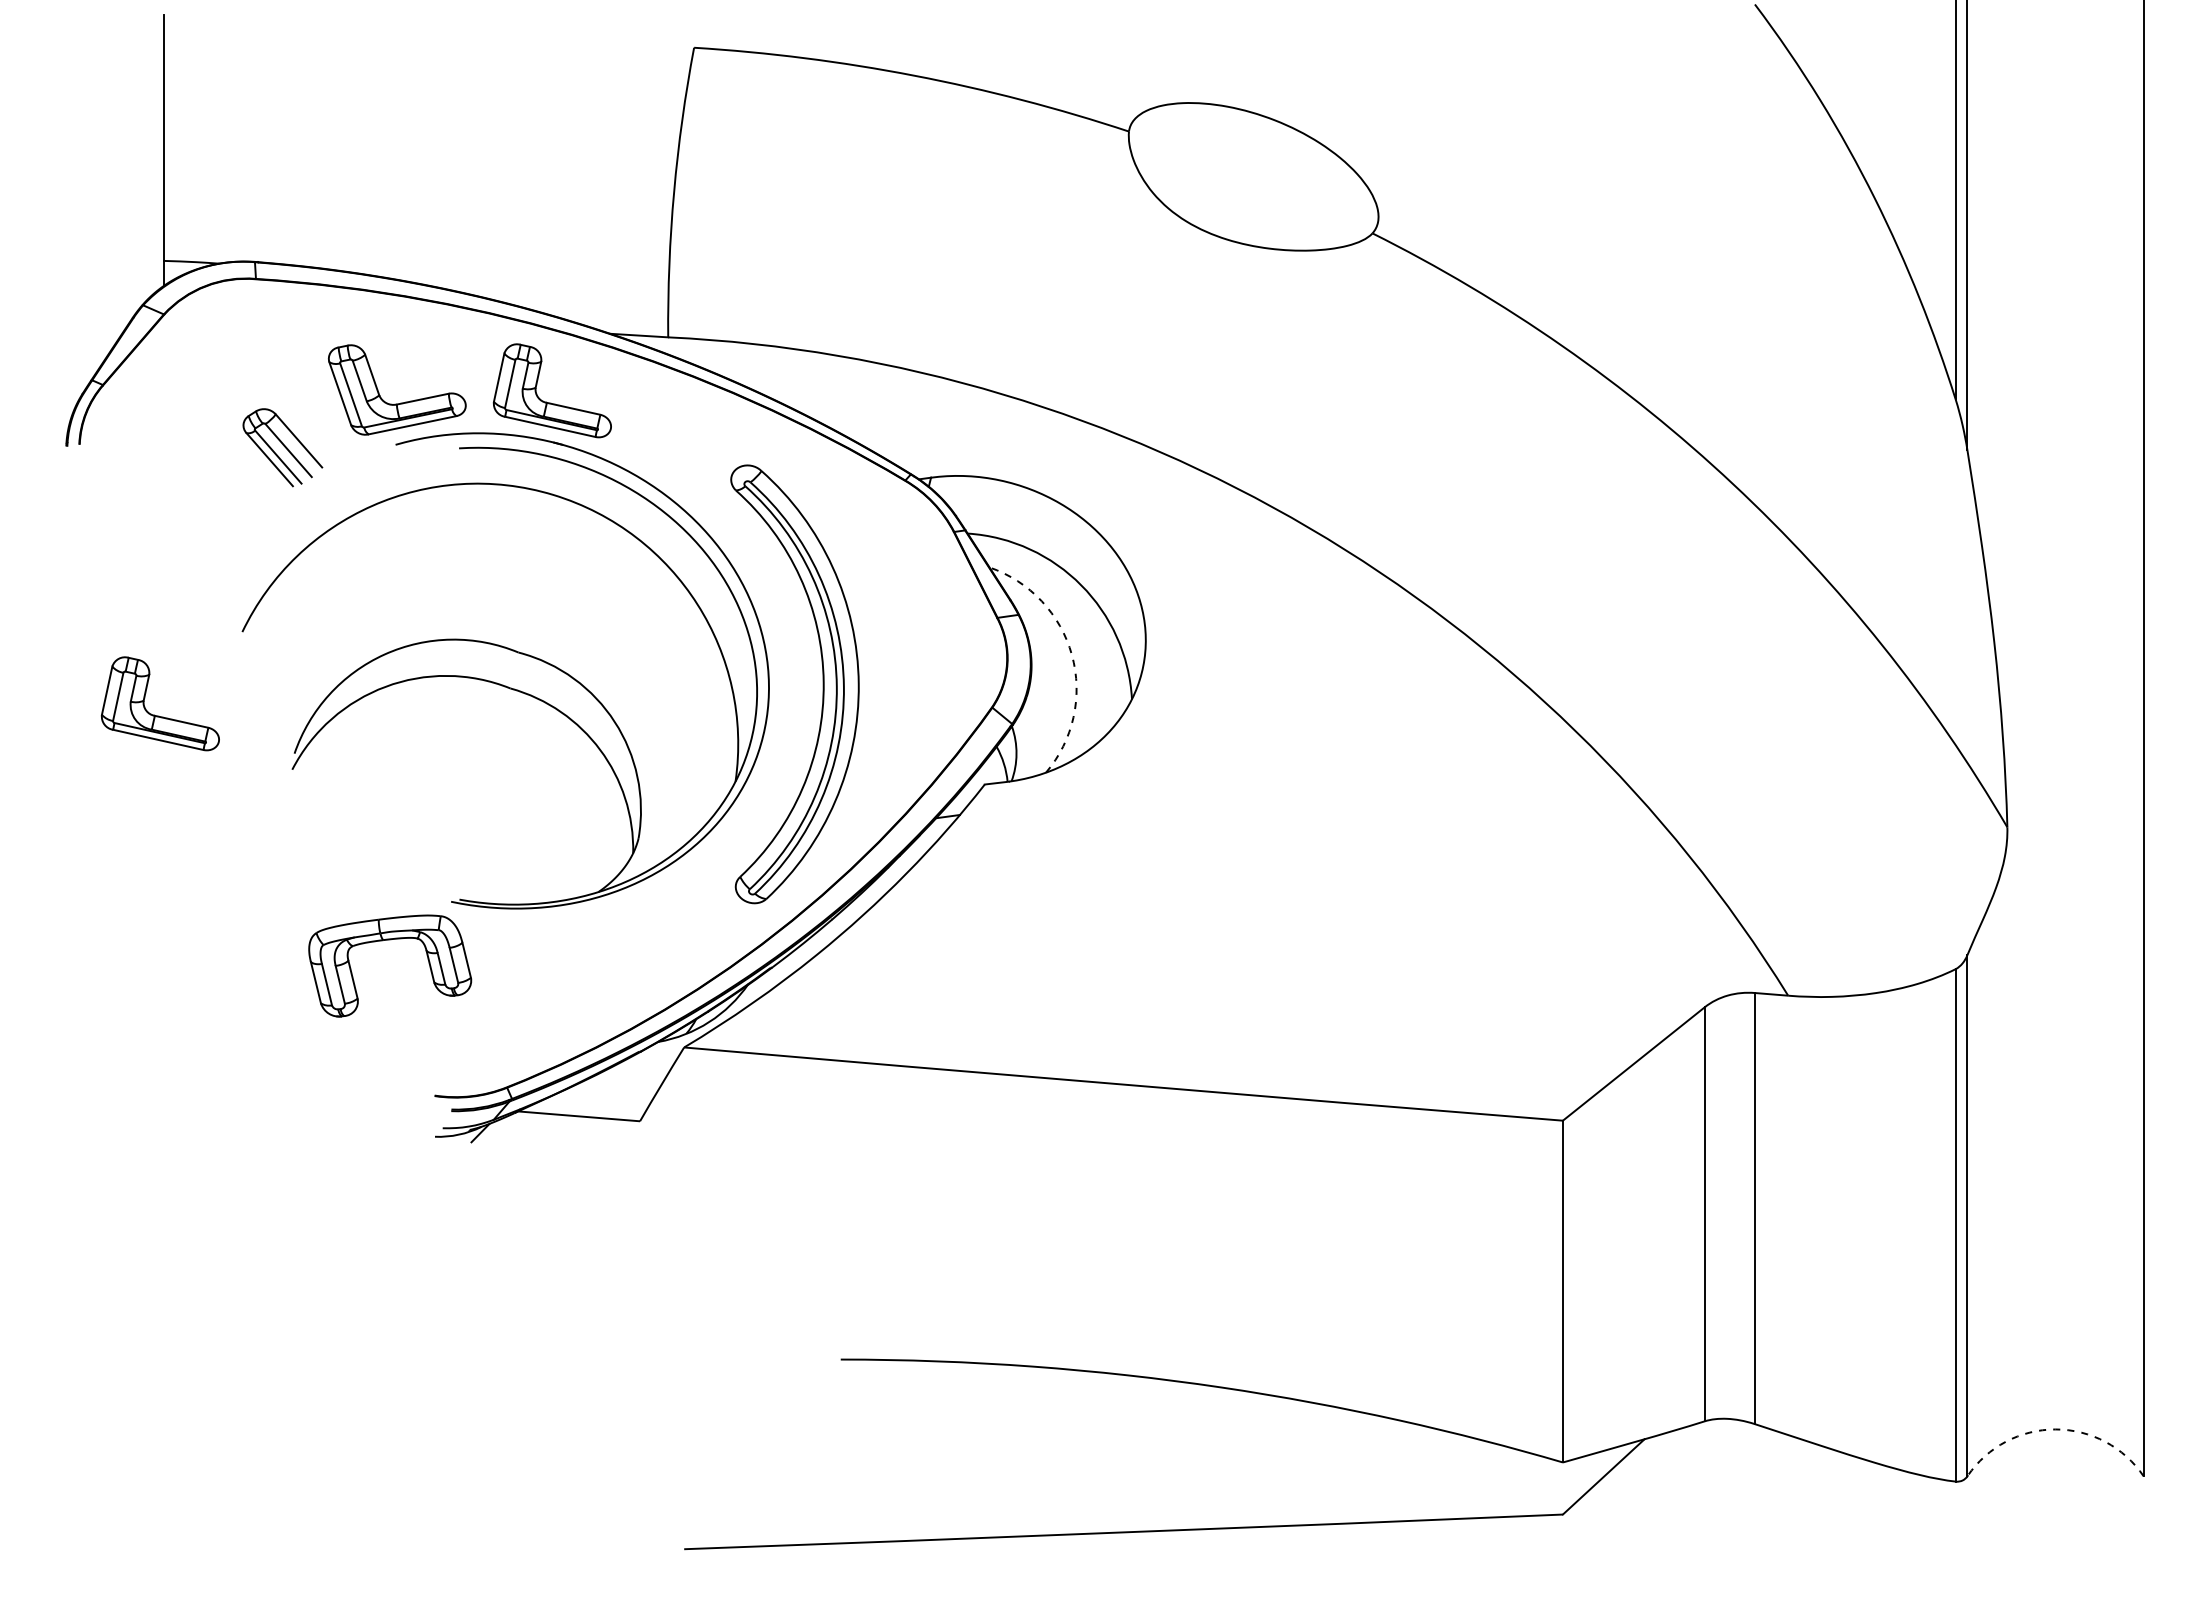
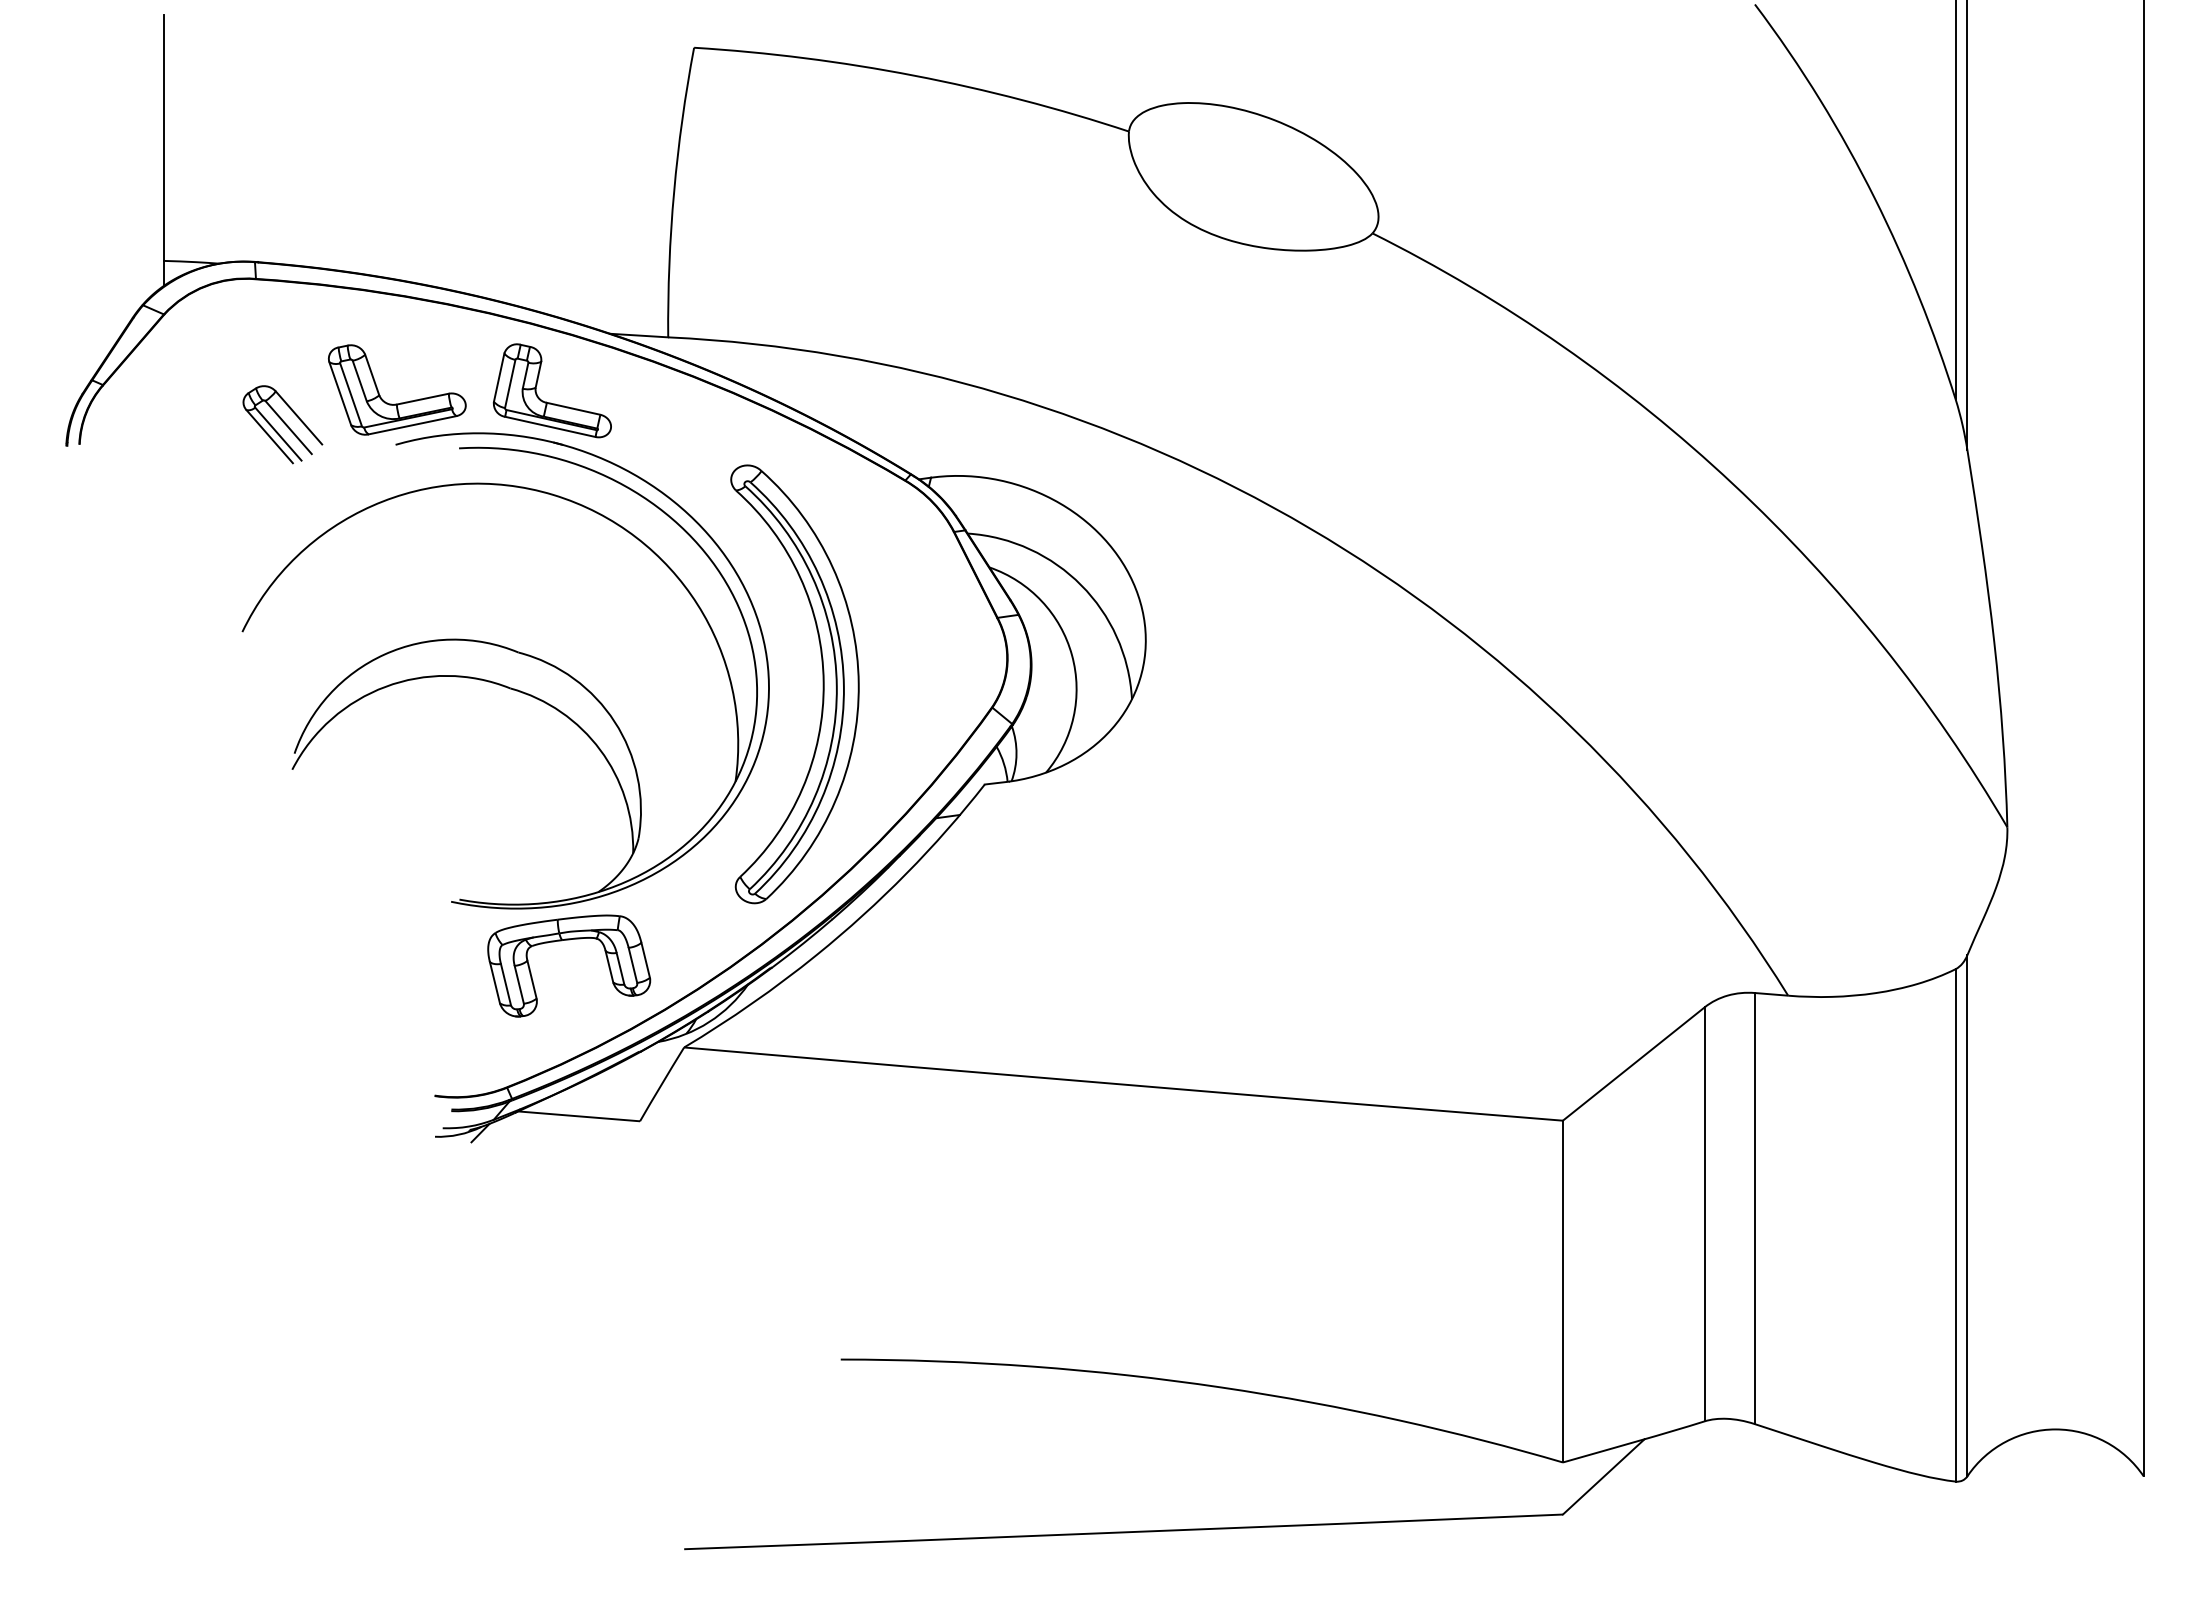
part at (282, 447) position: (282, 447) -> (282, 424)
arc at (1072, 655): dashed -> solid
part at (159, 715): present -> none
part at (390, 940) position: (390, 940) -> (569, 940)
arc at (2055, 1429): dashed -> solid
